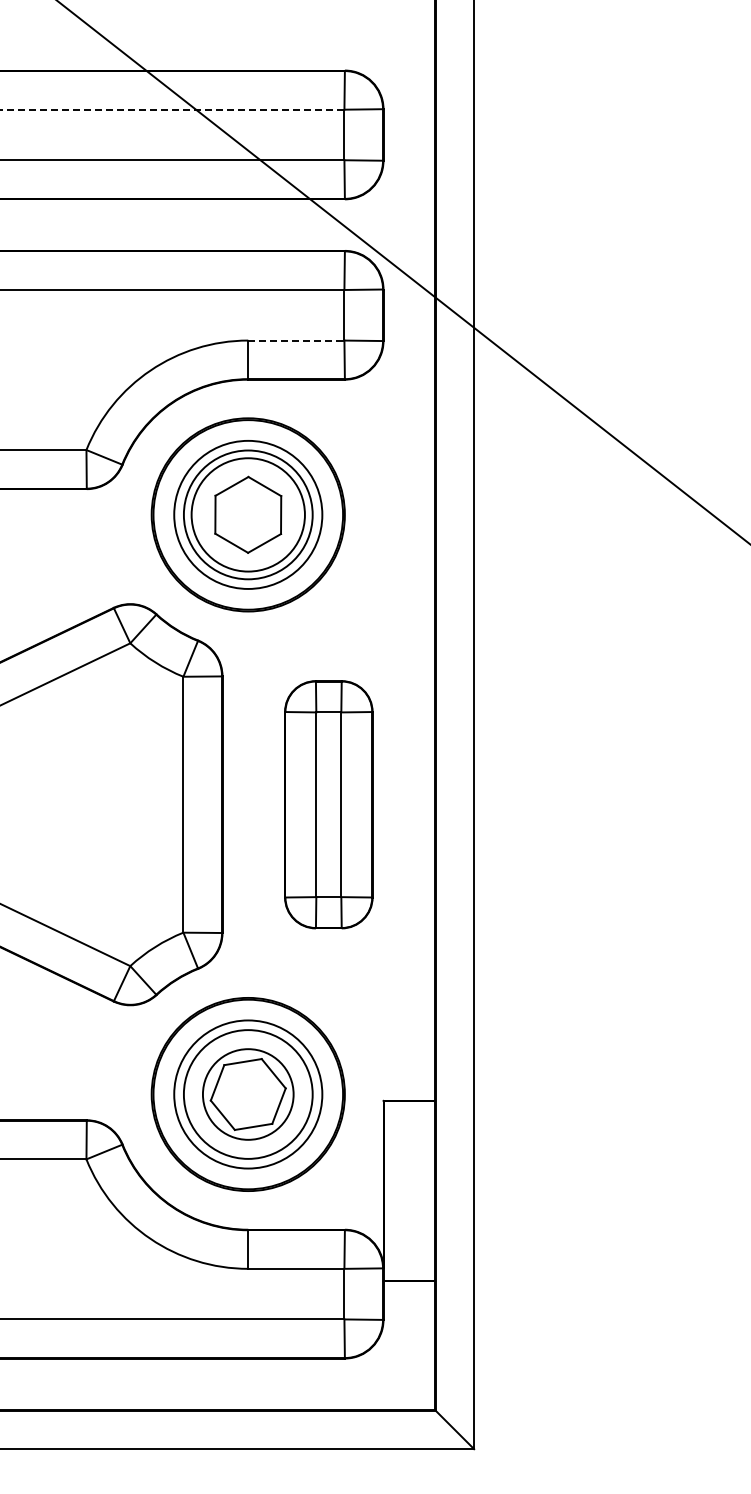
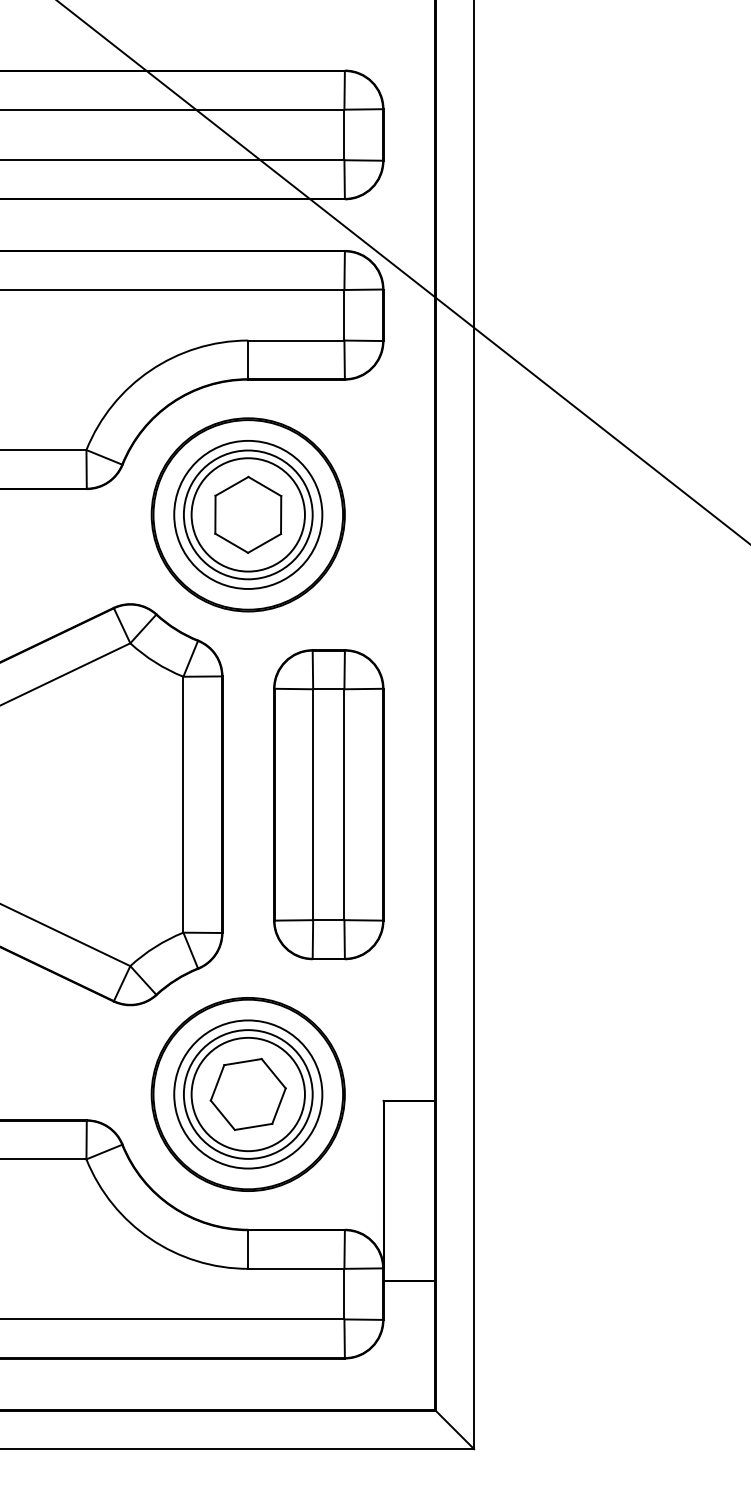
line at (172, 109): dashed -> solid
line at (296, 340): dashed -> solid
part at (328, 804) size: 90x250 px -> 112x312 px
circle at (247, 1094) diameter: 91 px -> 113 px
